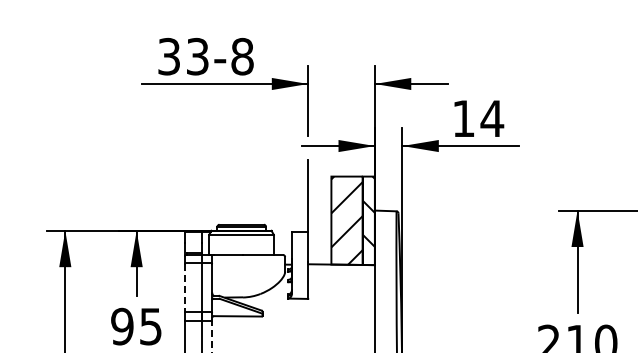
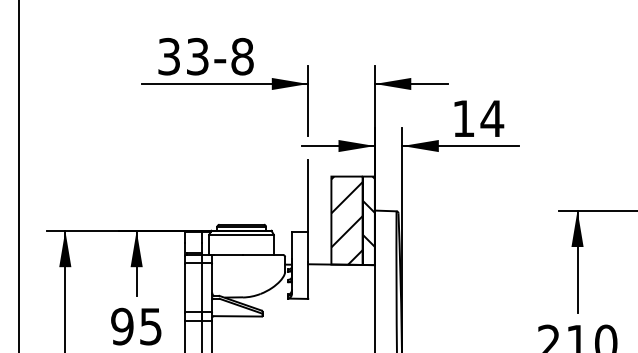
line at (19, 175): none -> present
line at (184, 288): dashed -> solid
line at (212, 336): dashed -> solid
